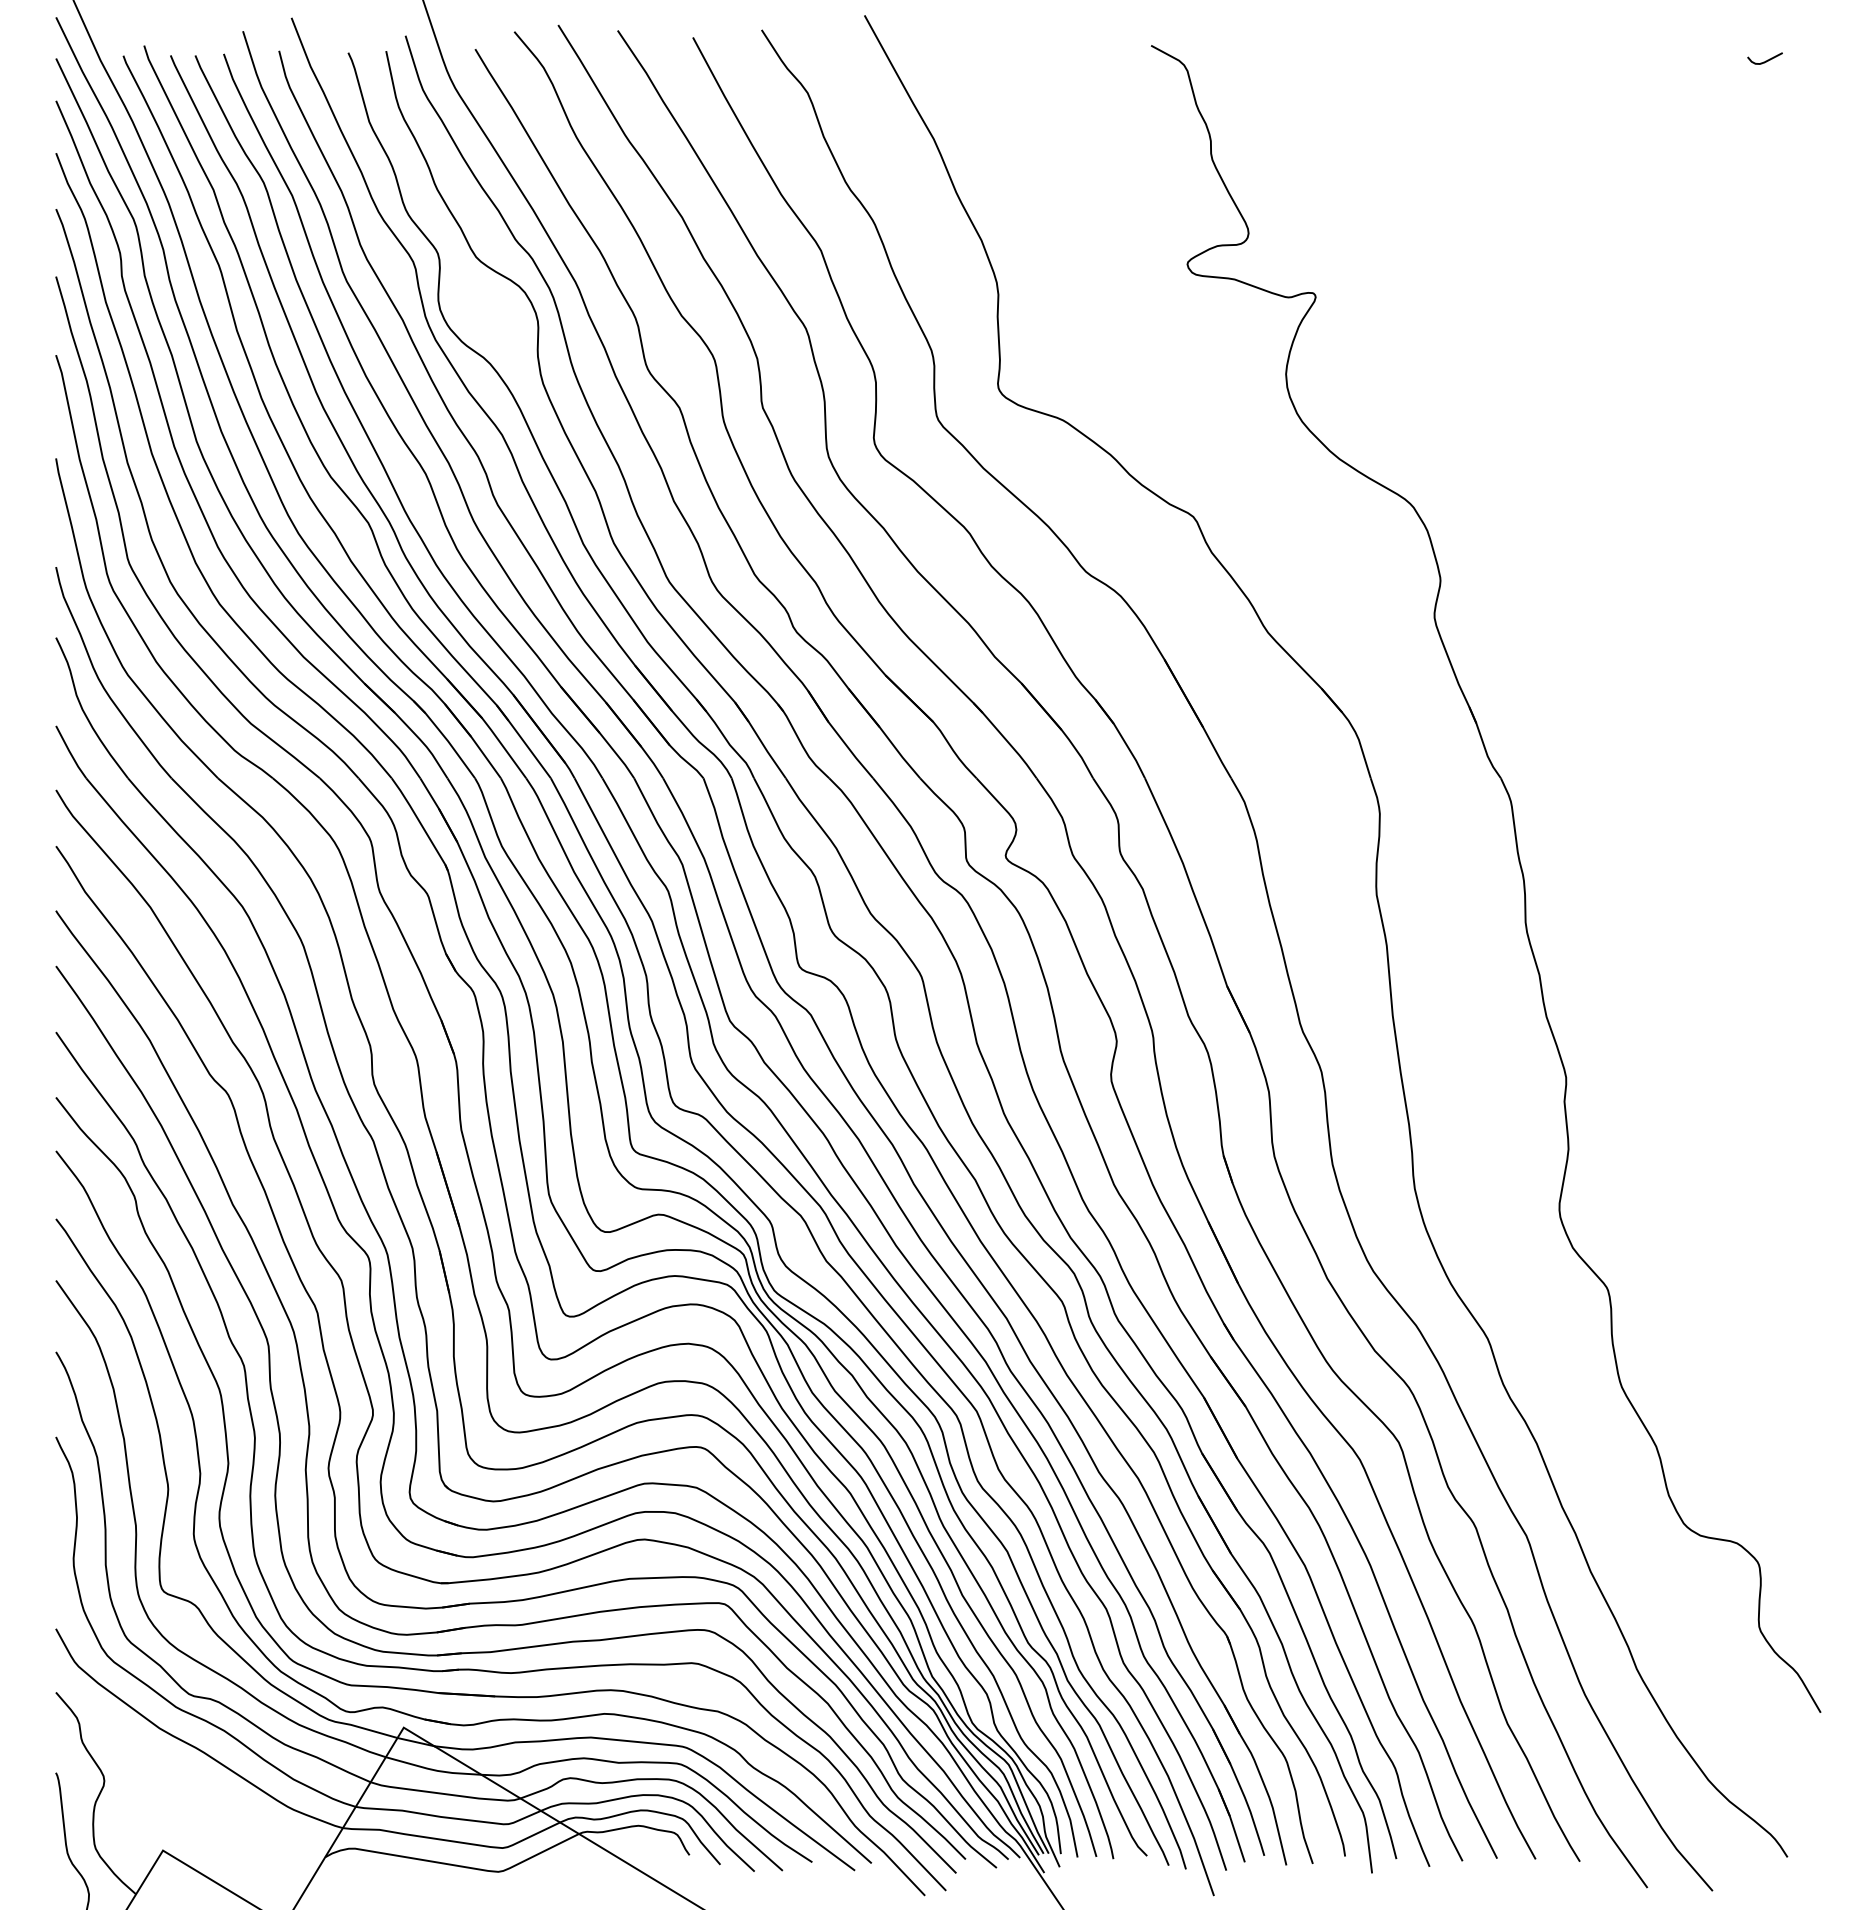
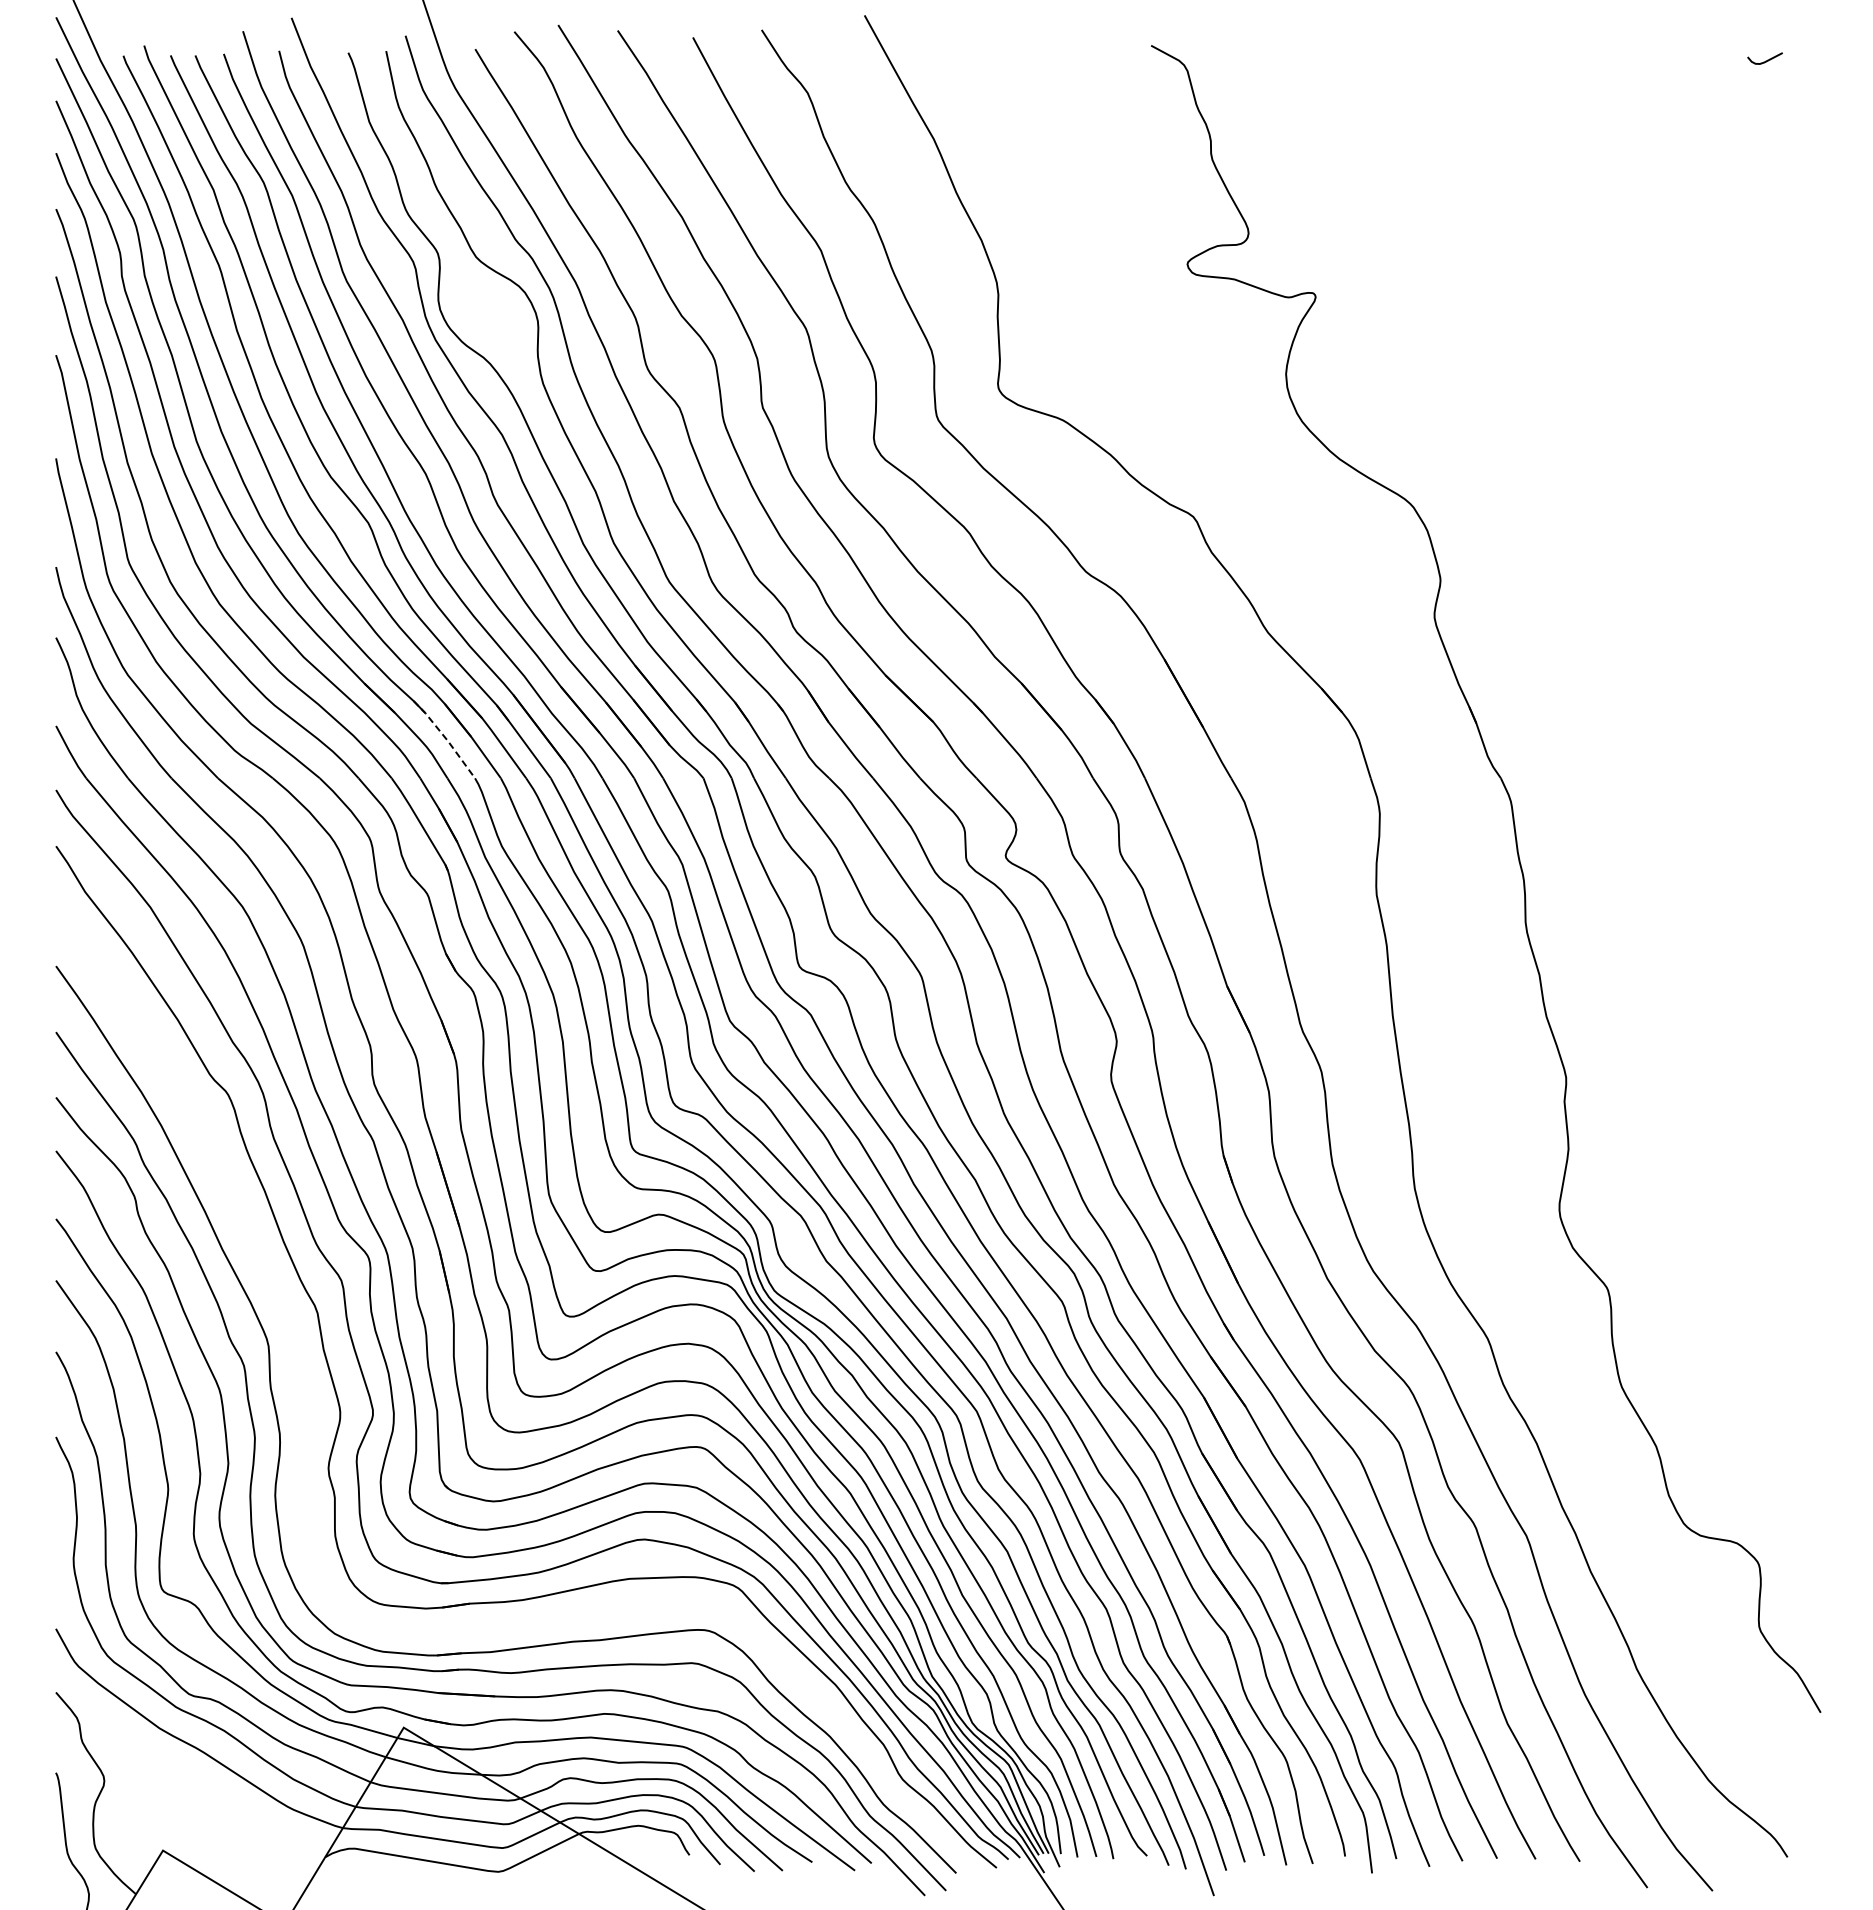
line at (445, 738): solid -> dashed
part at (308, 1409): present -> none
